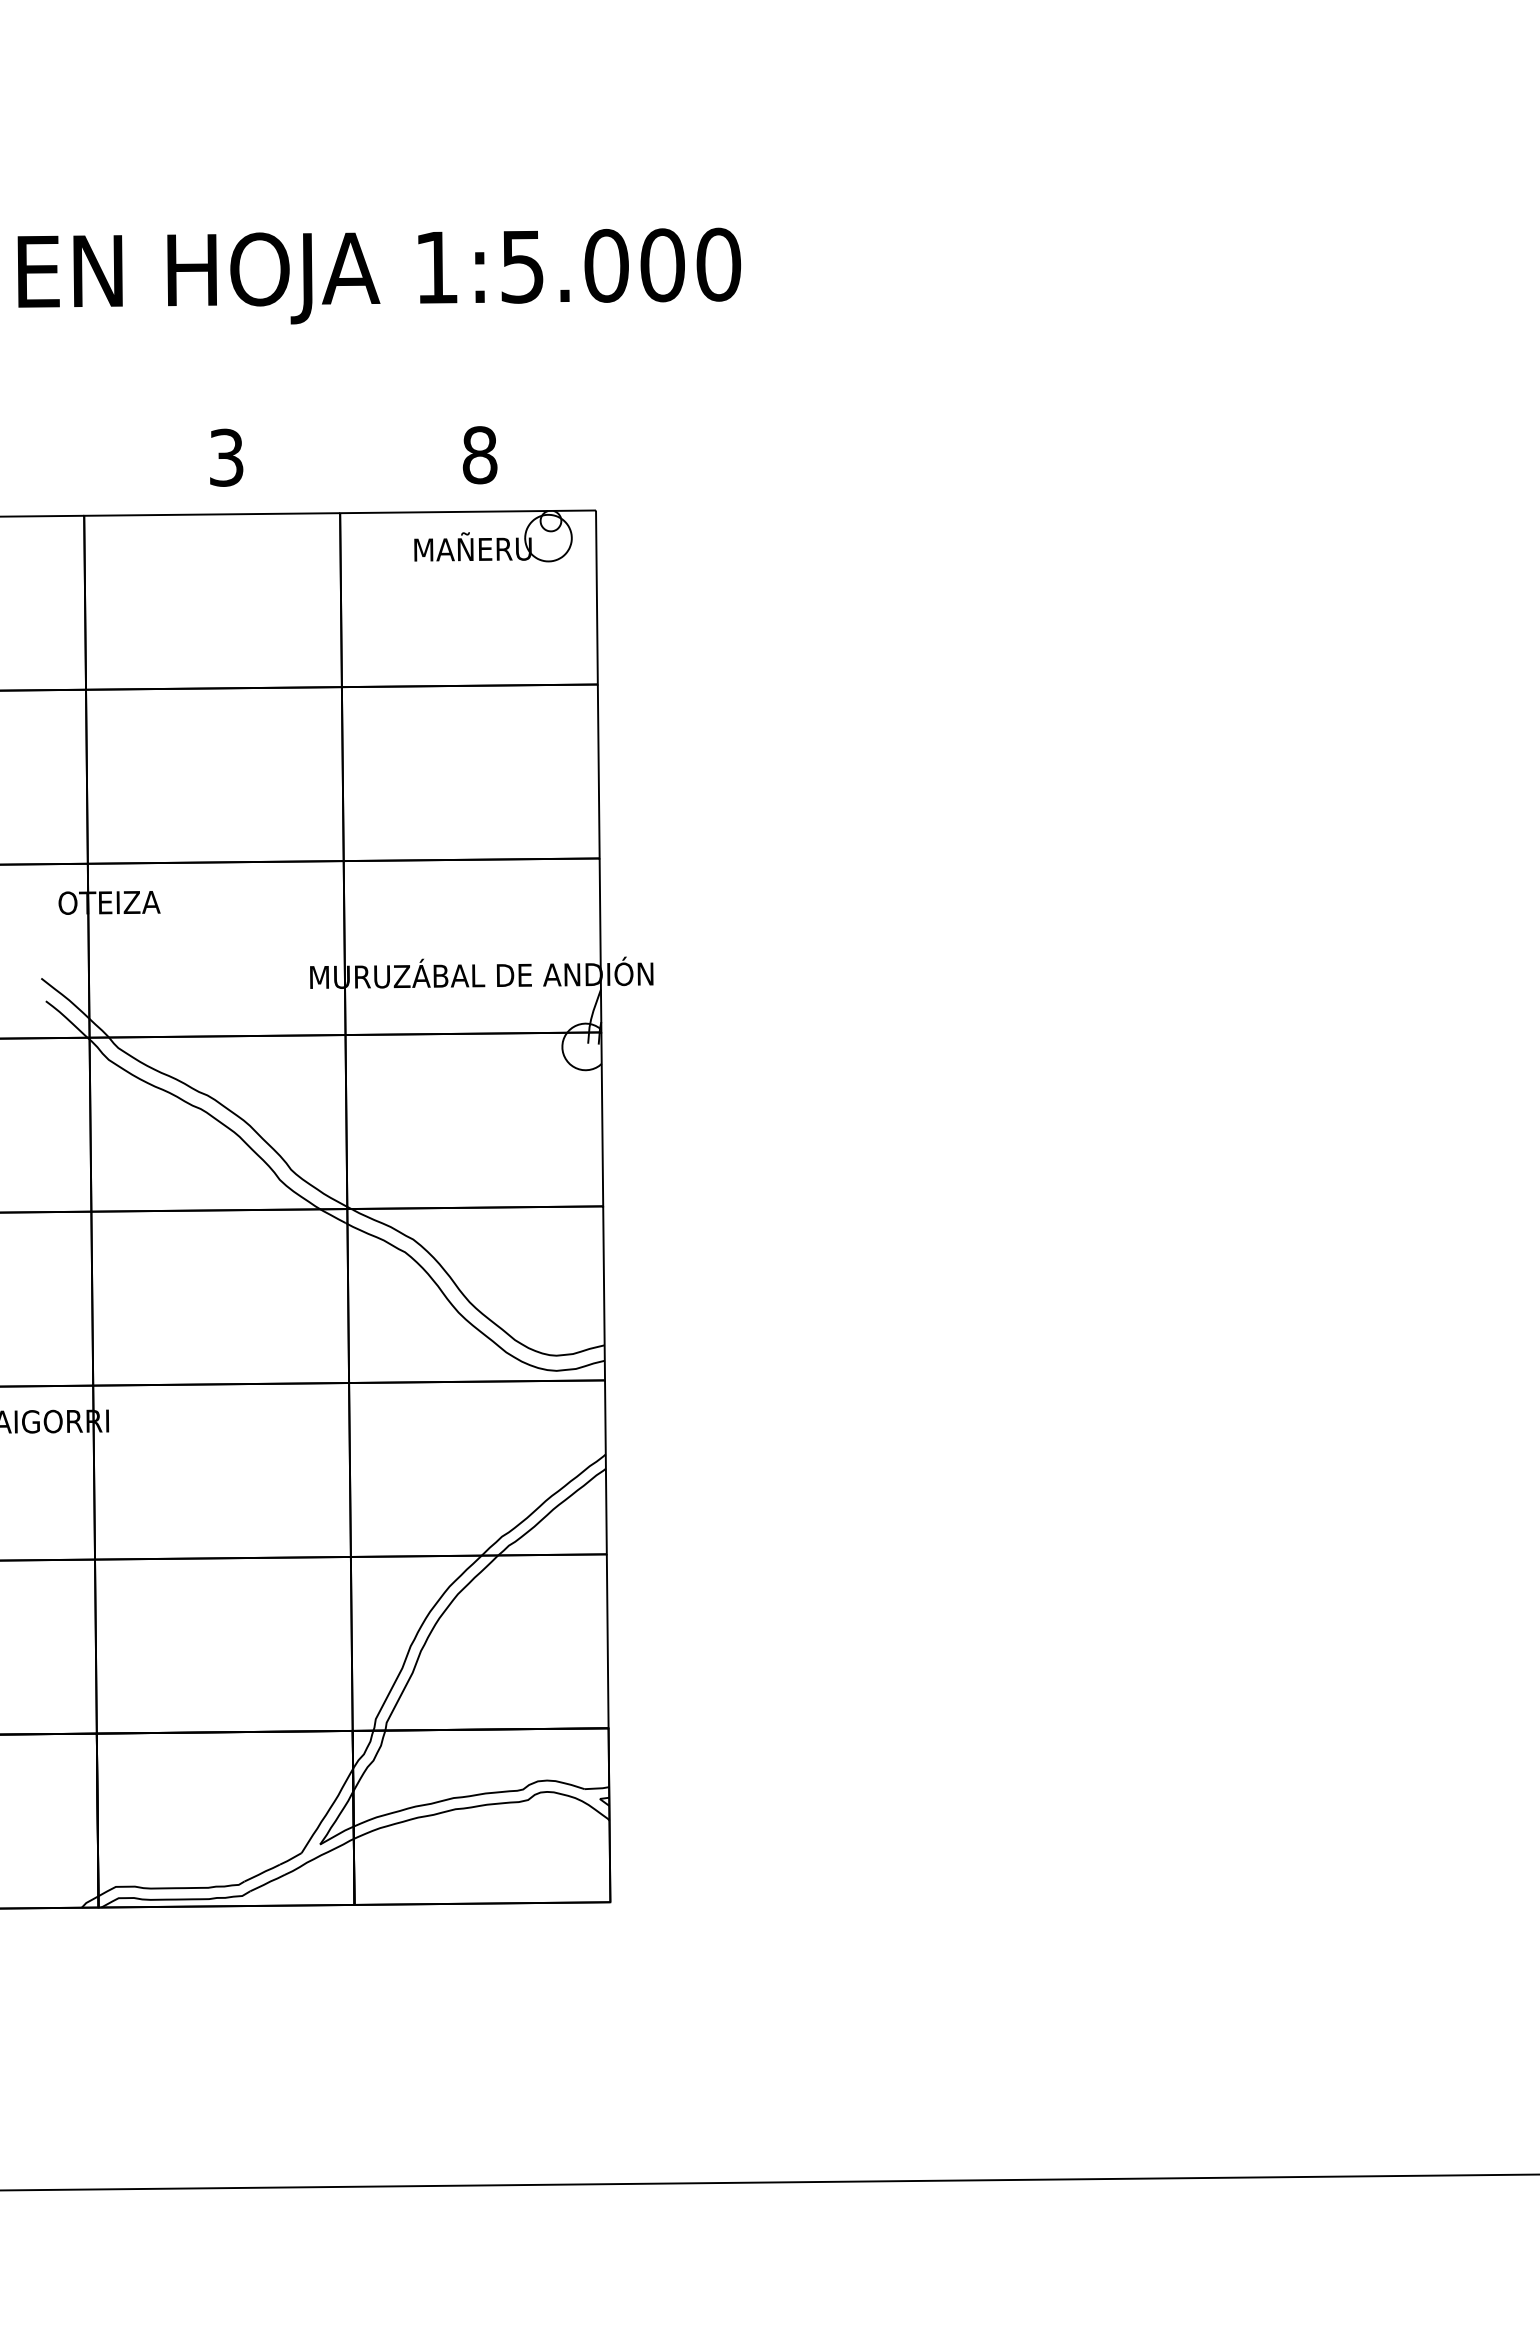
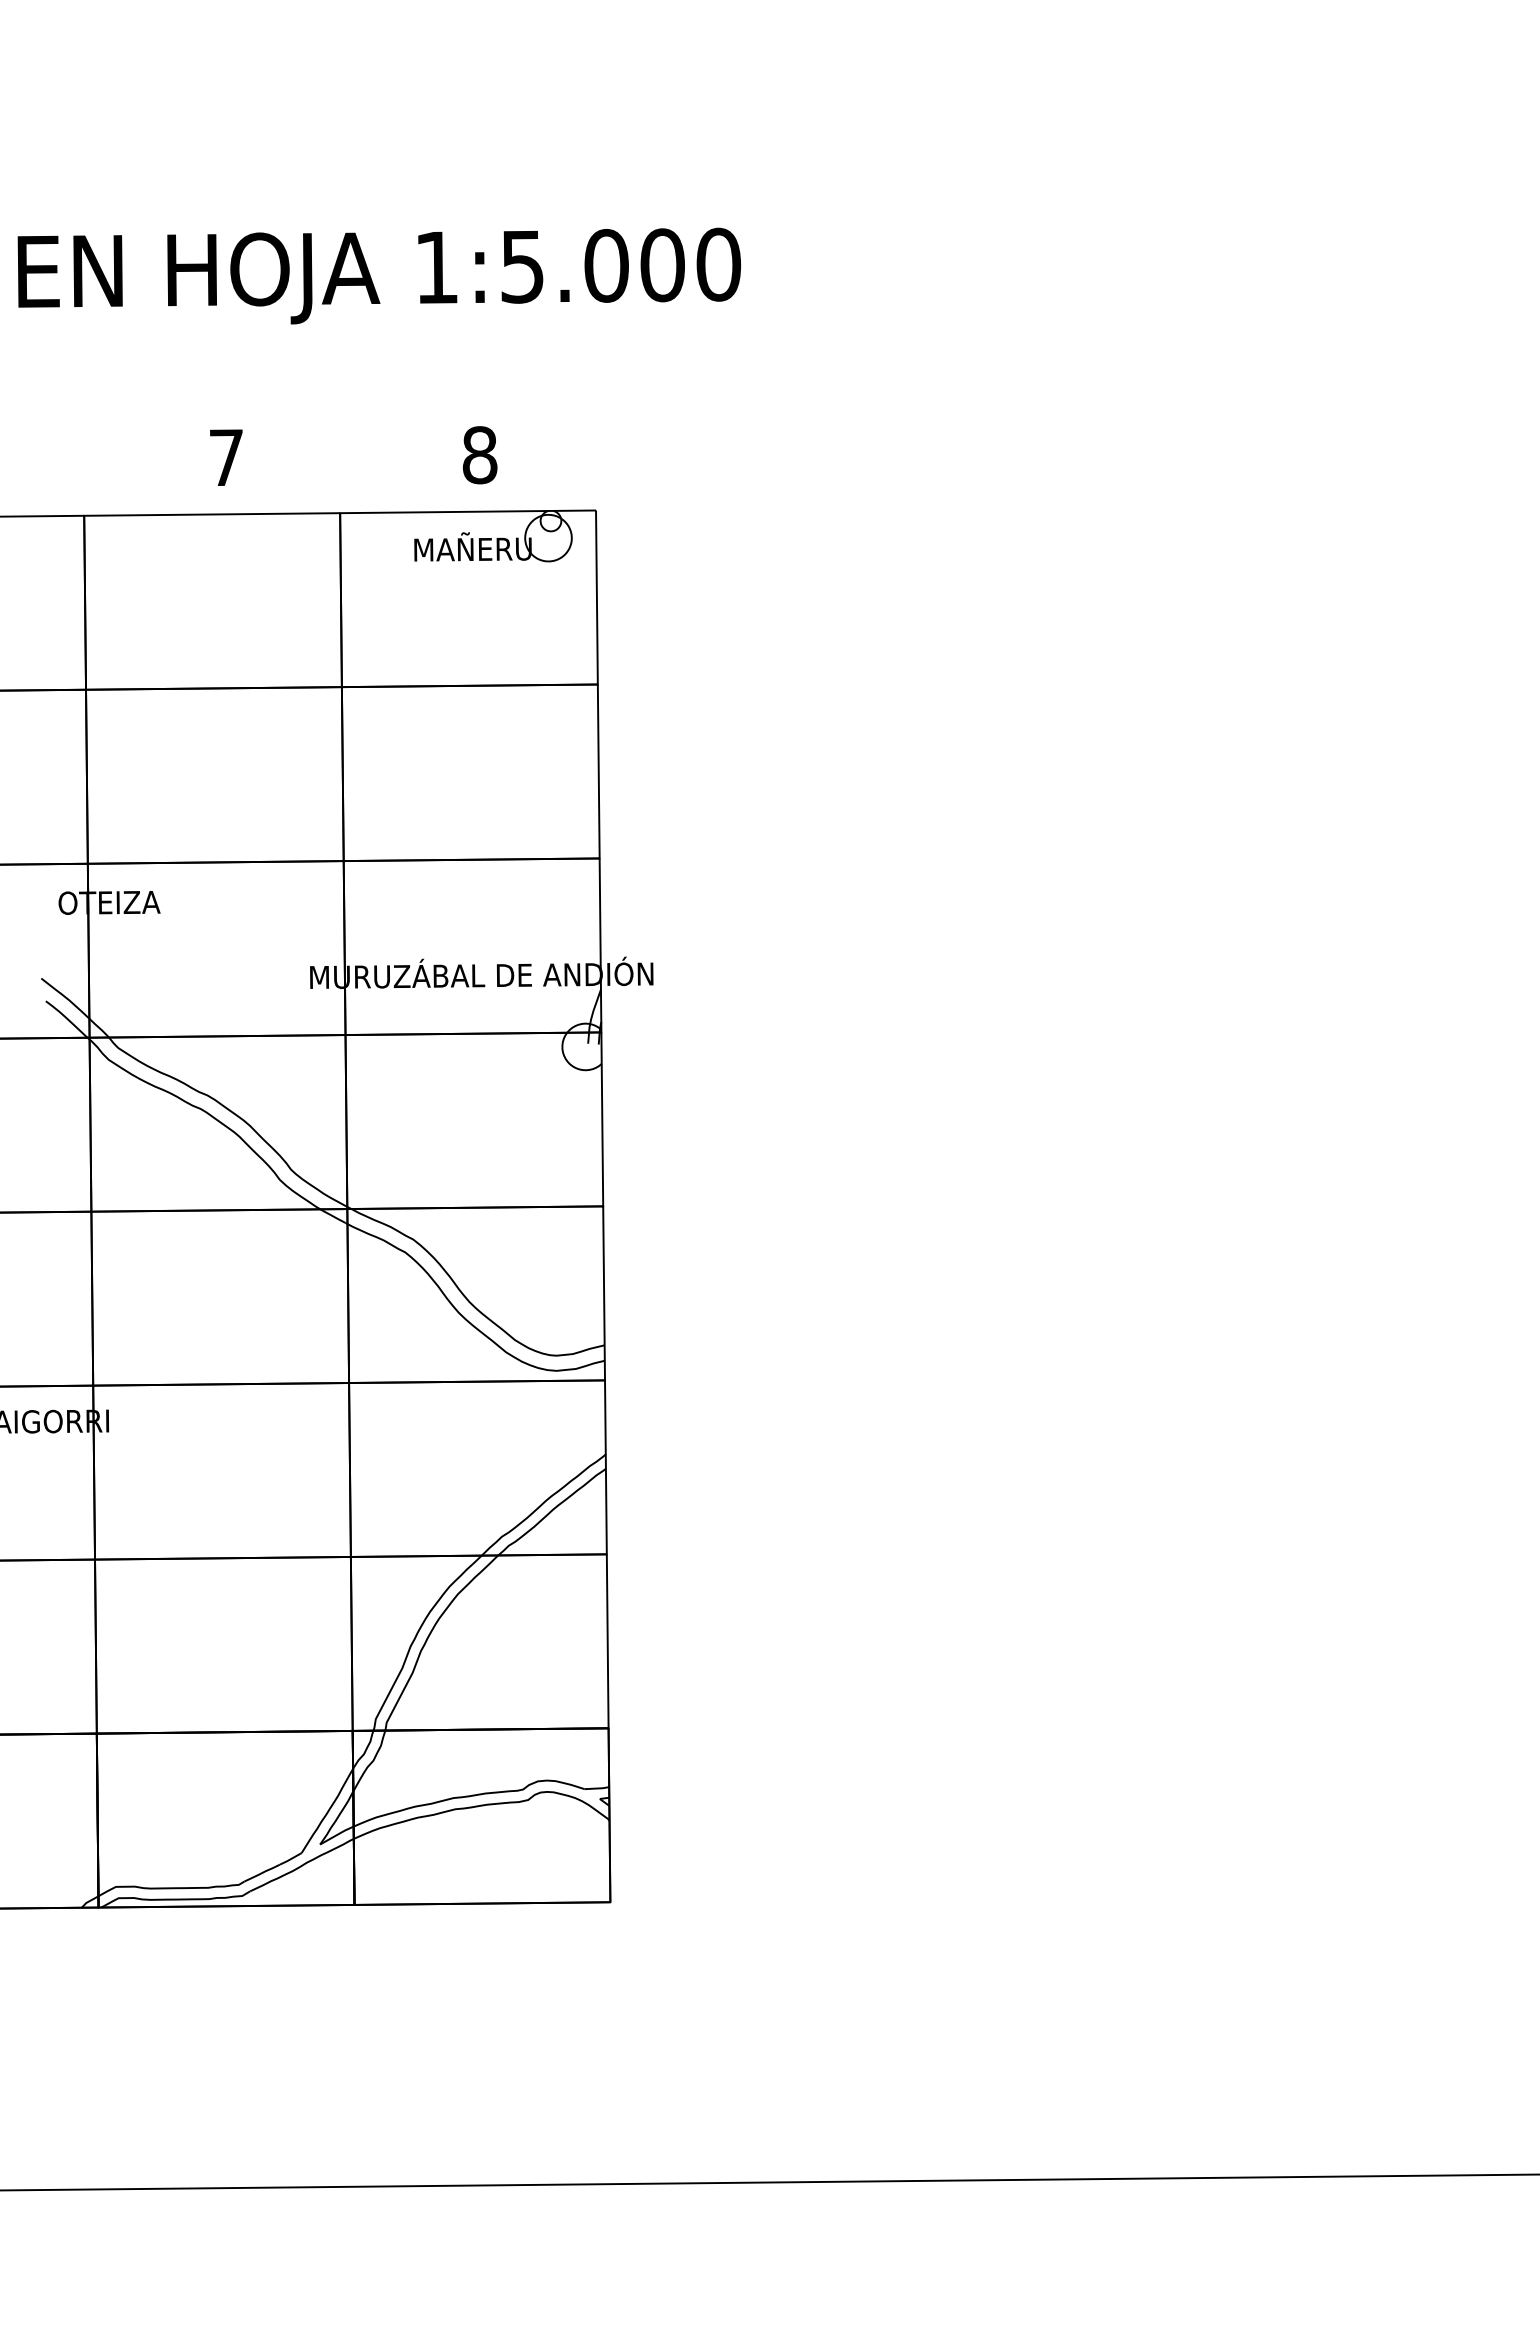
text at (226, 457): 3 -> 7
